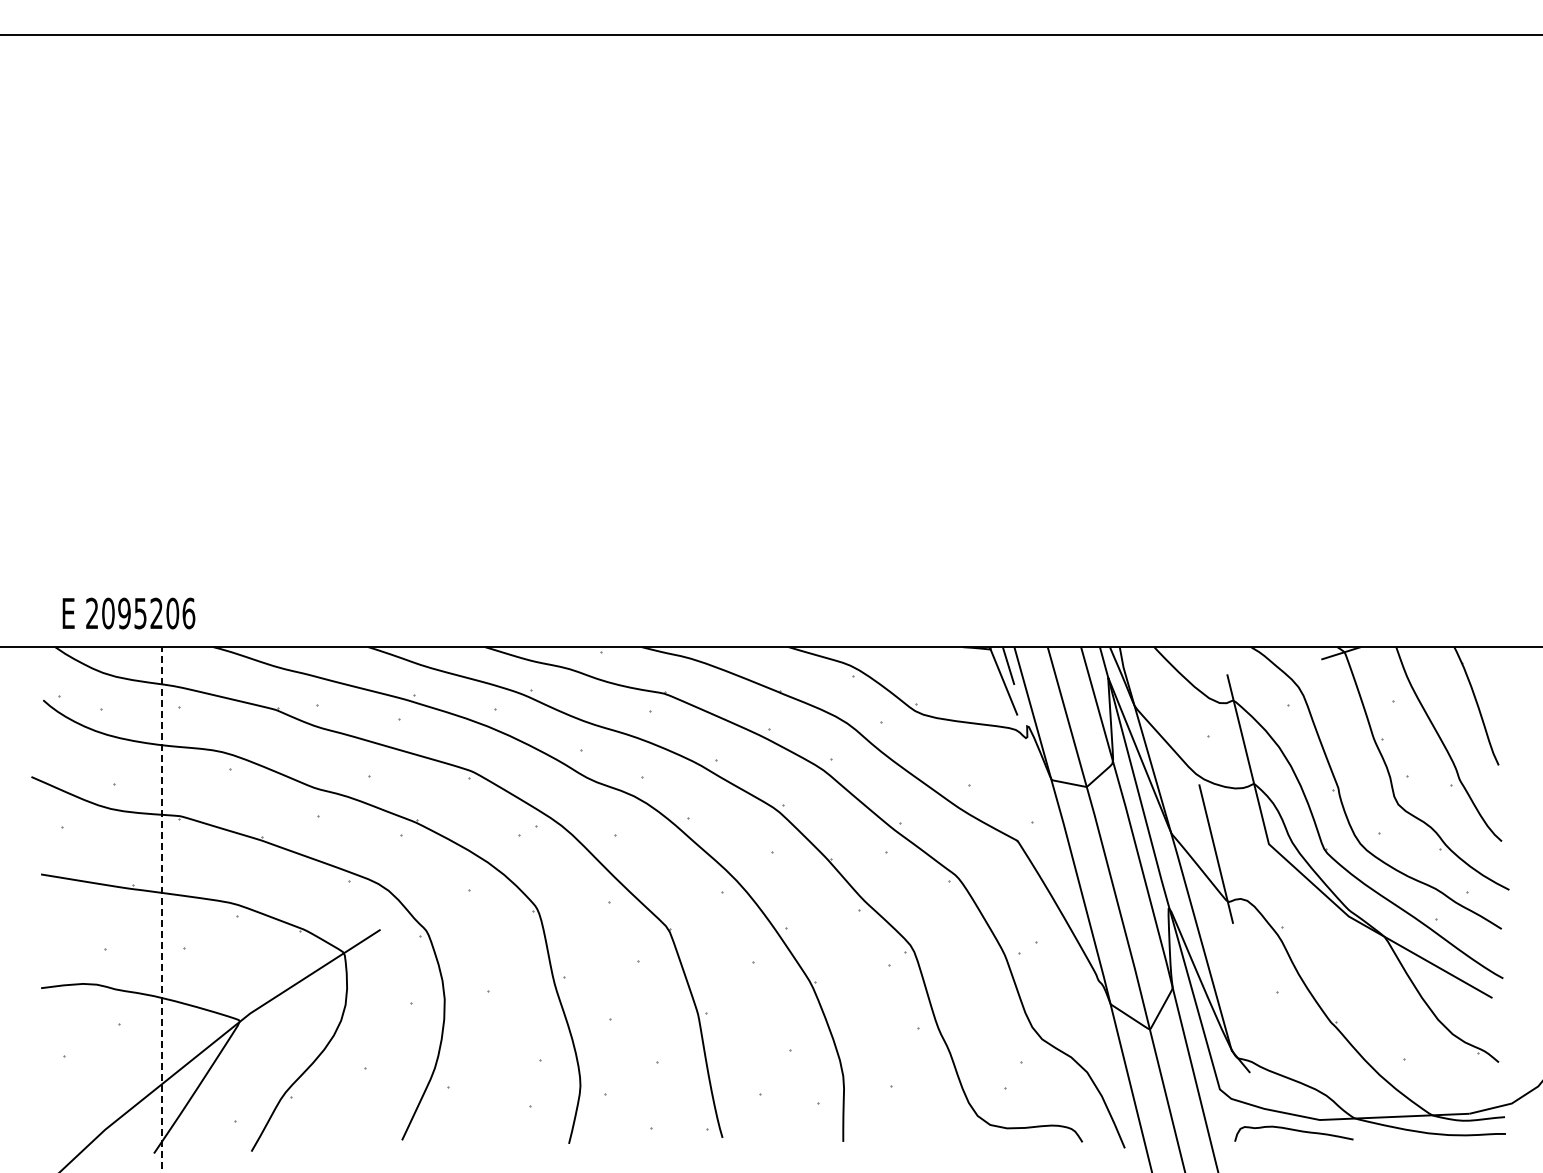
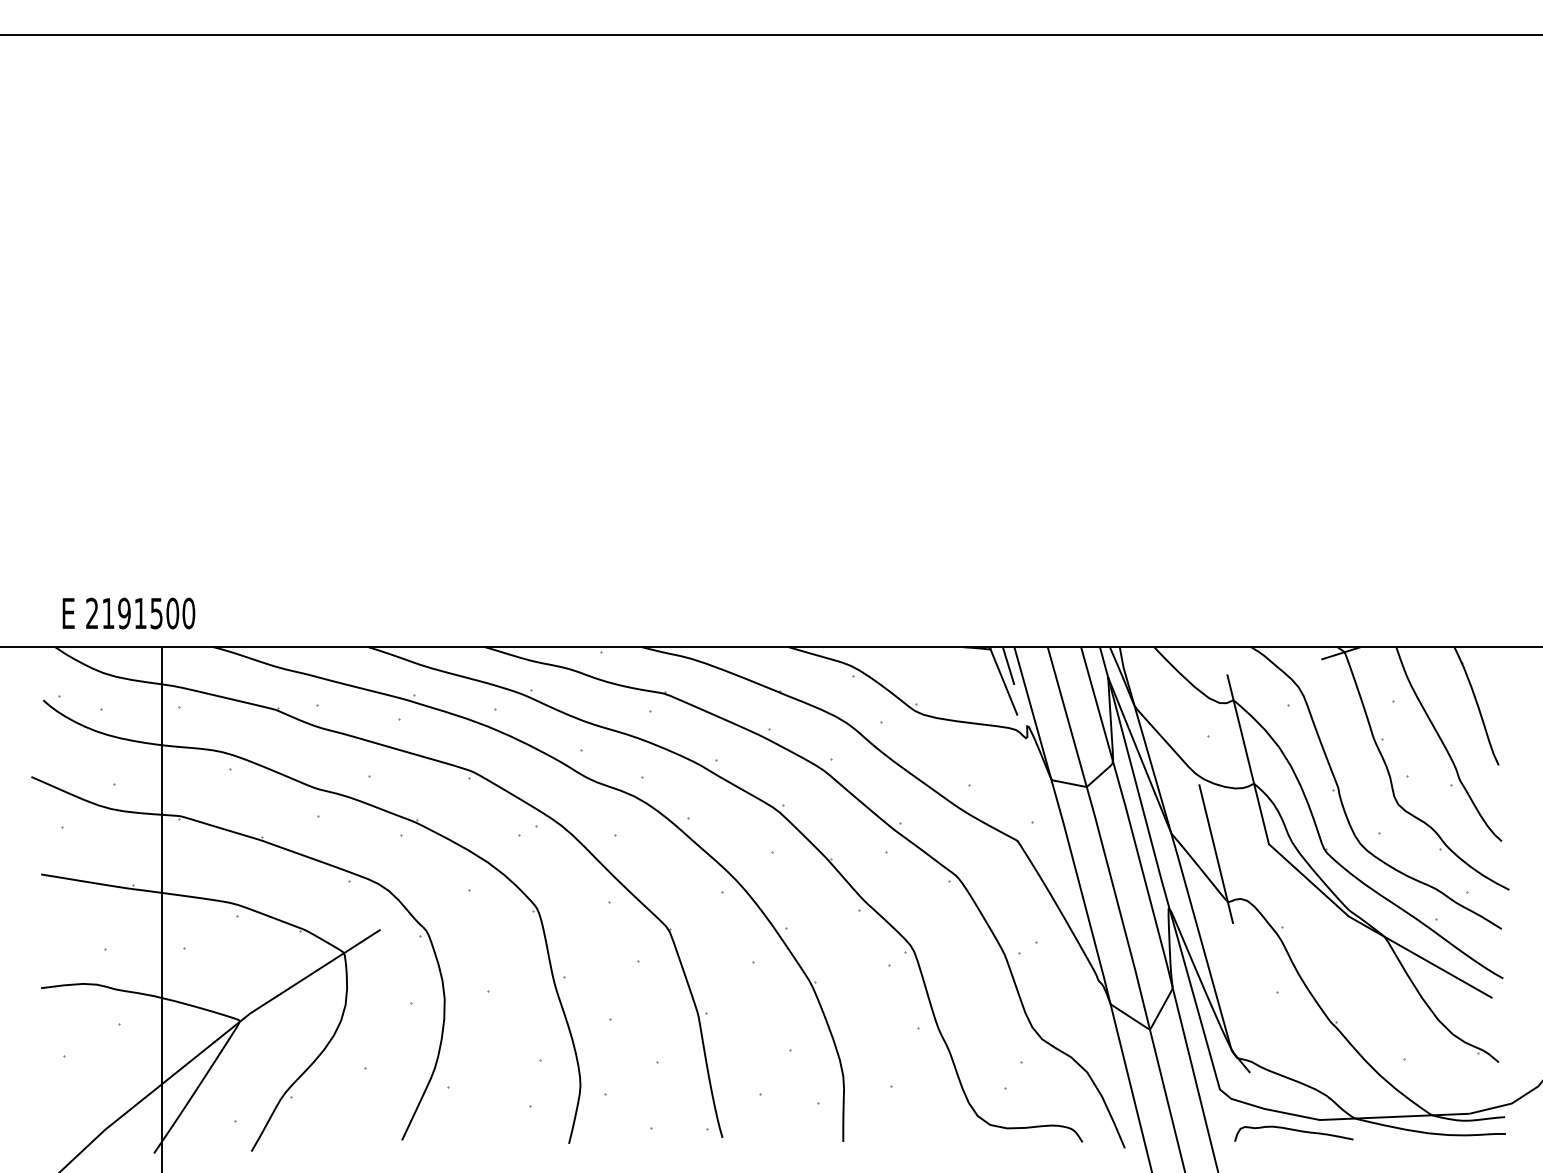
text at (148, 613): 2095206 -> 2191500
line at (162, 909): dashed -> solid
